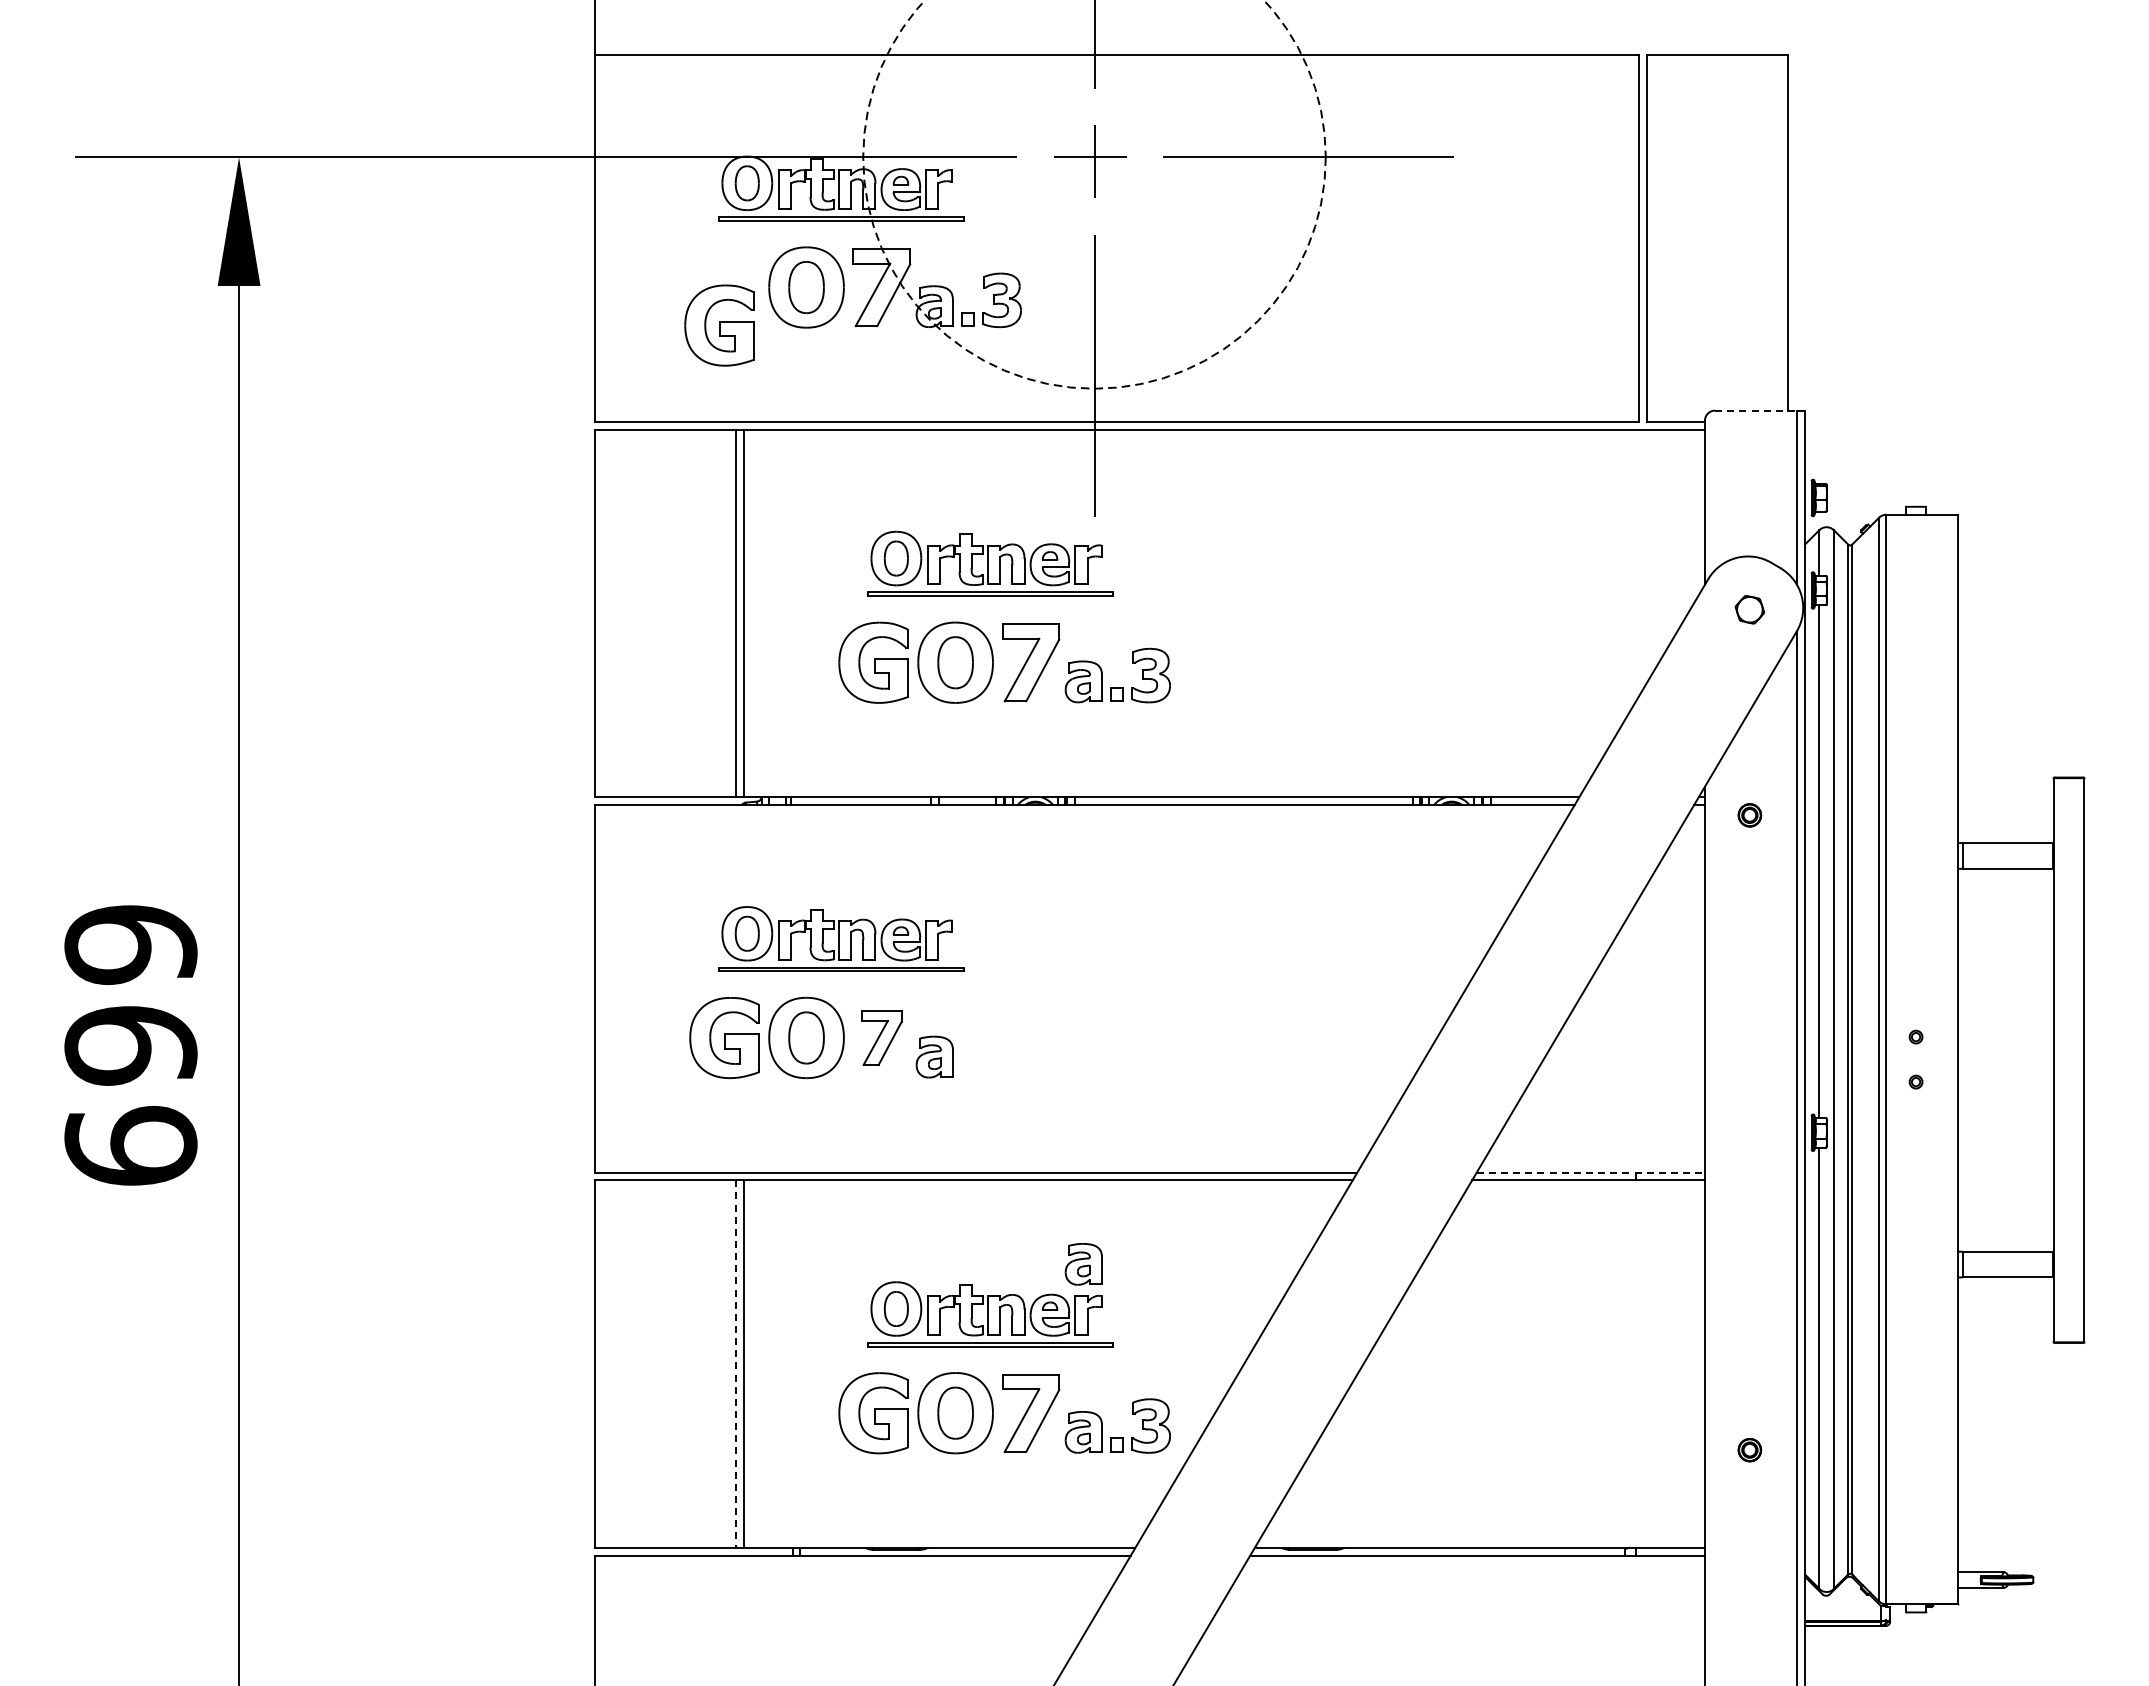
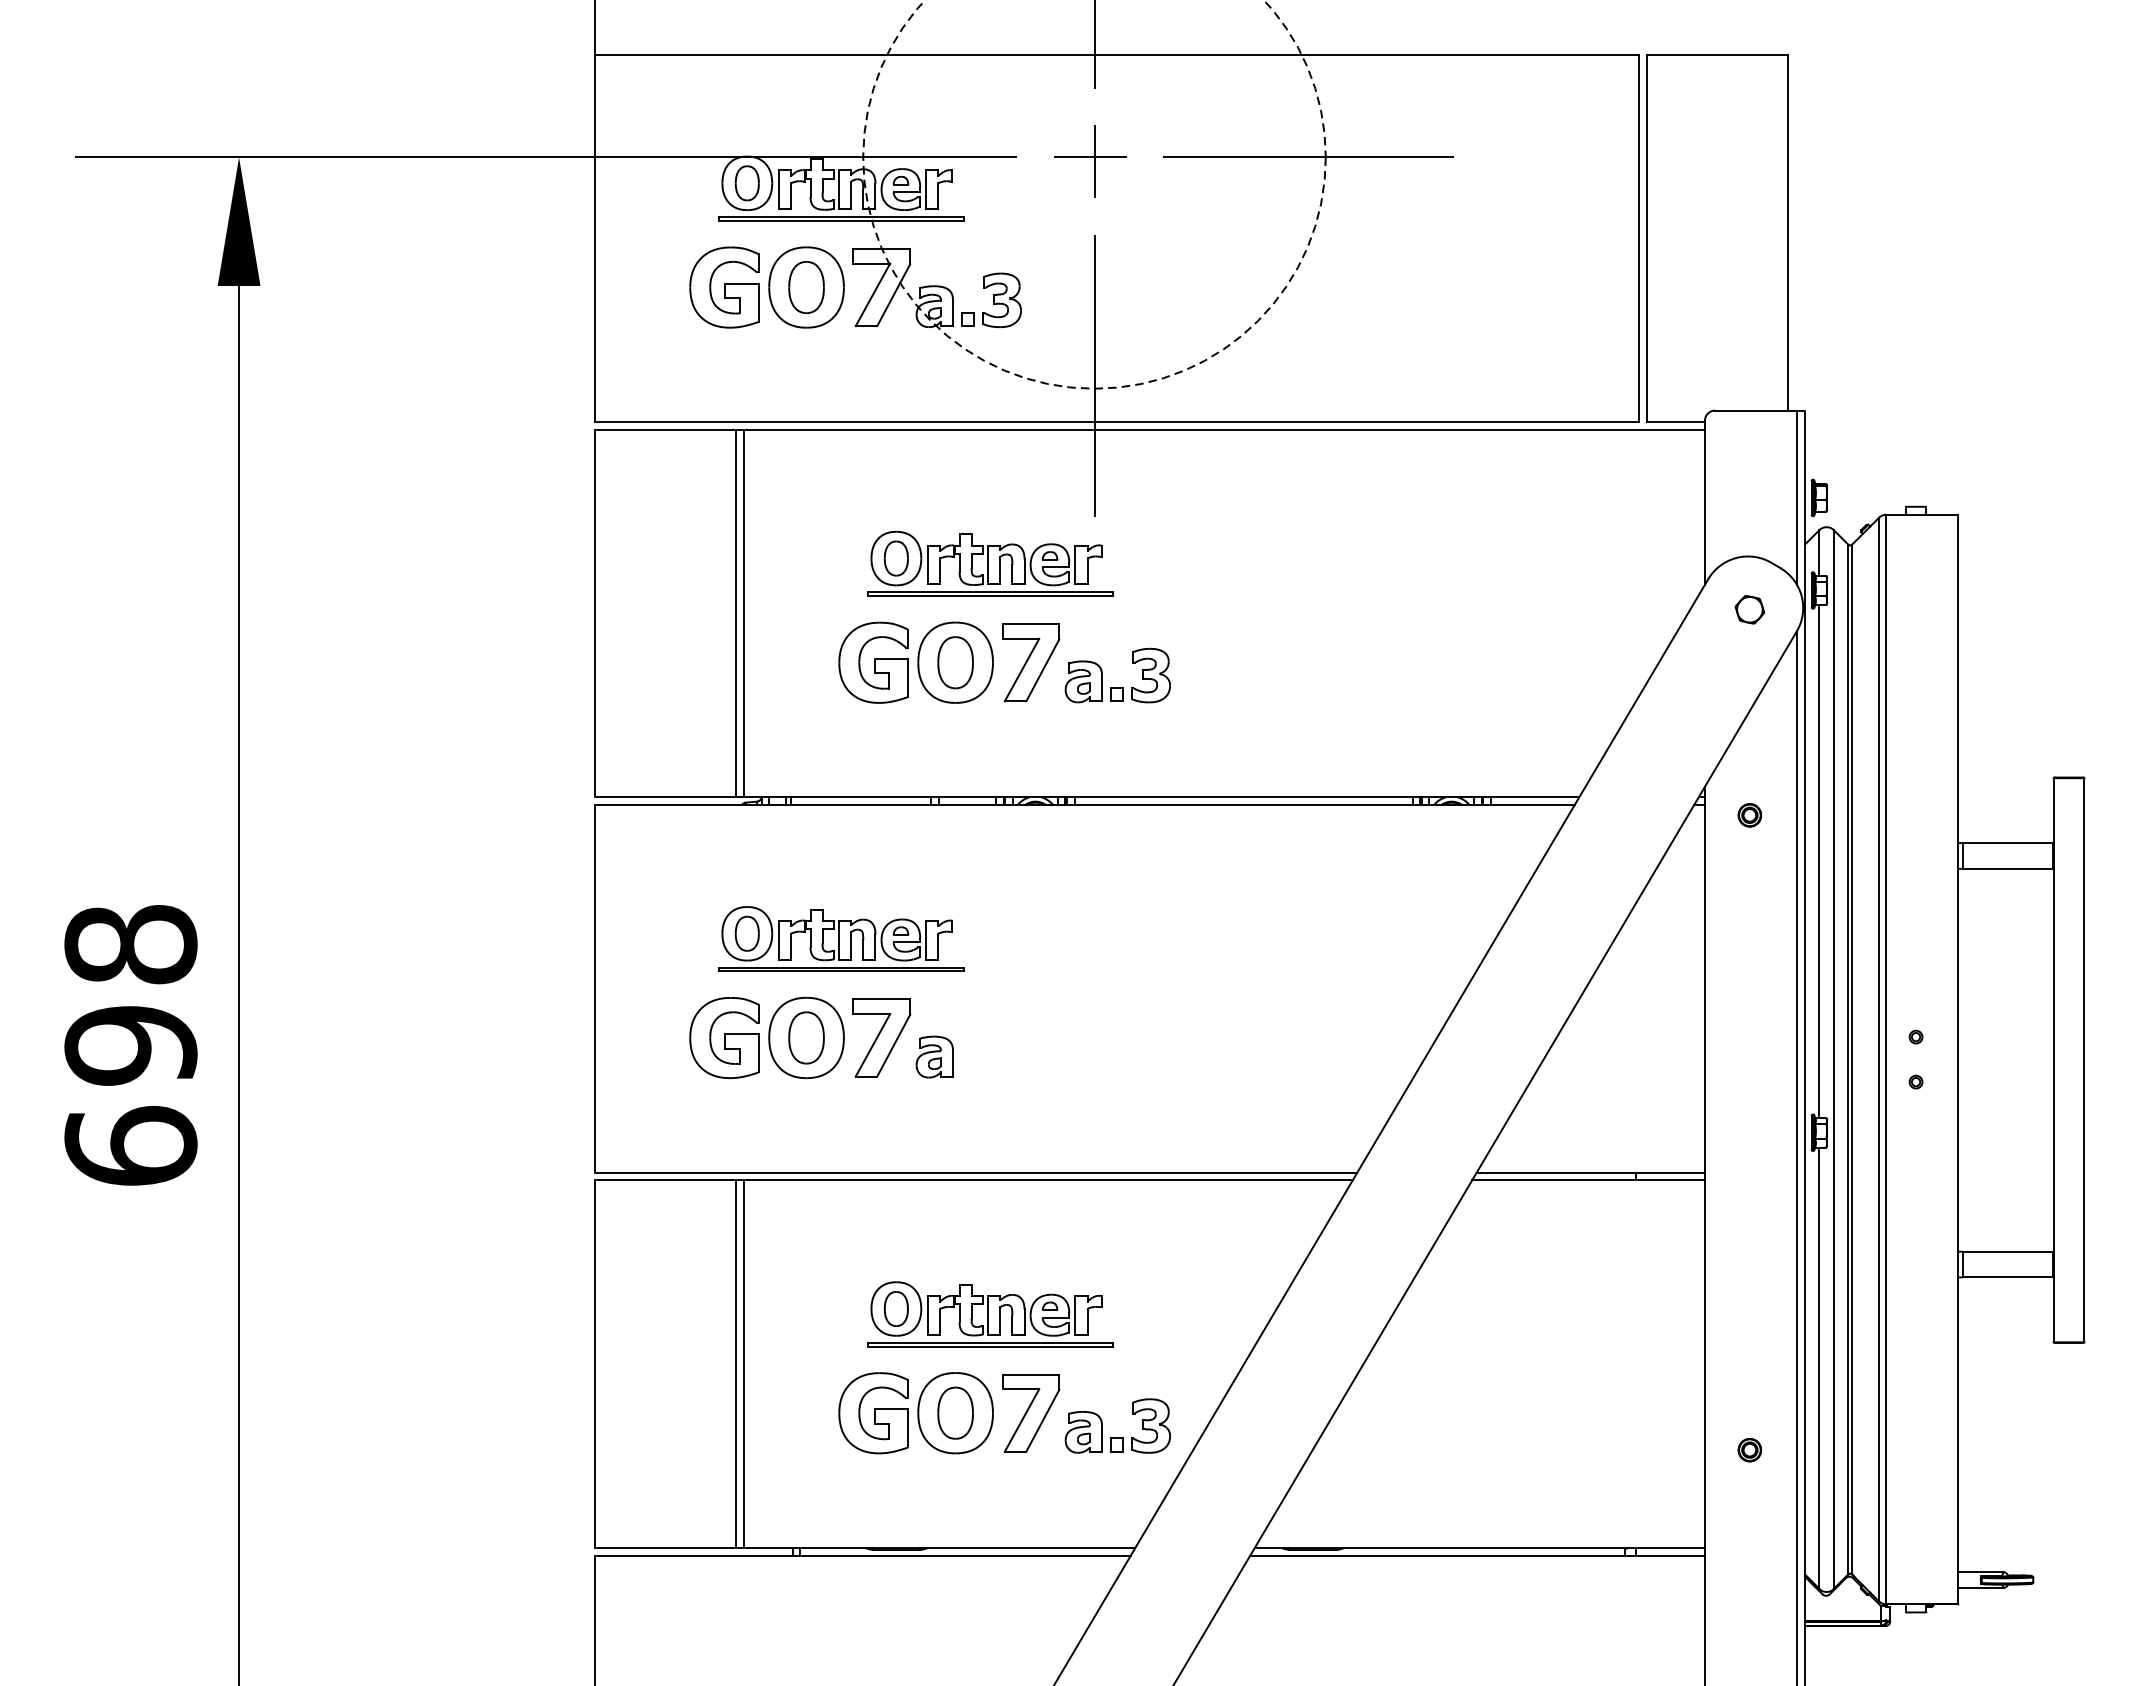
part at (719, 325) position: (719, 325) -> (724, 287)
line at (1756, 410): dashed -> solid
text at (130, 945): 699 -> 698
part at (881, 1037) size: 42x56 px -> 60x80 px
line at (1591, 1172): dashed -> solid
part at (1083, 1264): present -> none
line at (736, 1364): dashed -> solid
